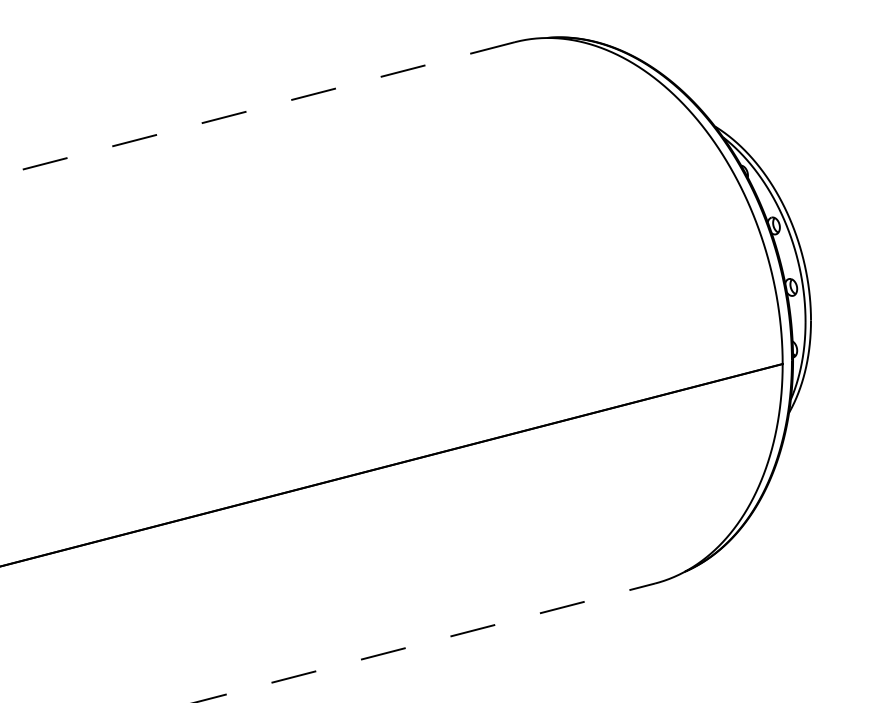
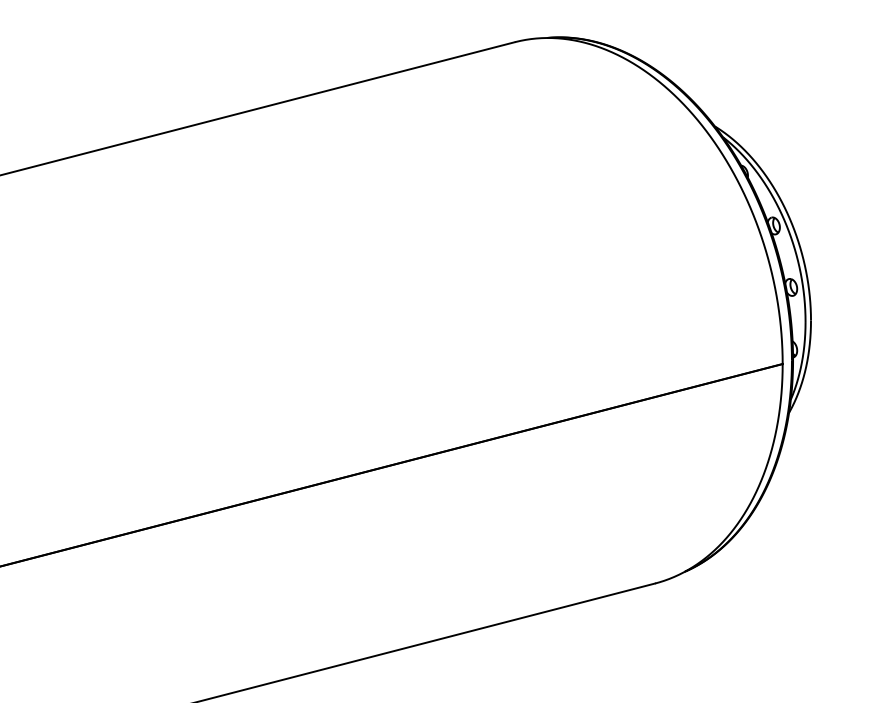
line at (257, 108): dashed -> solid
line at (424, 643): dashed -> solid
